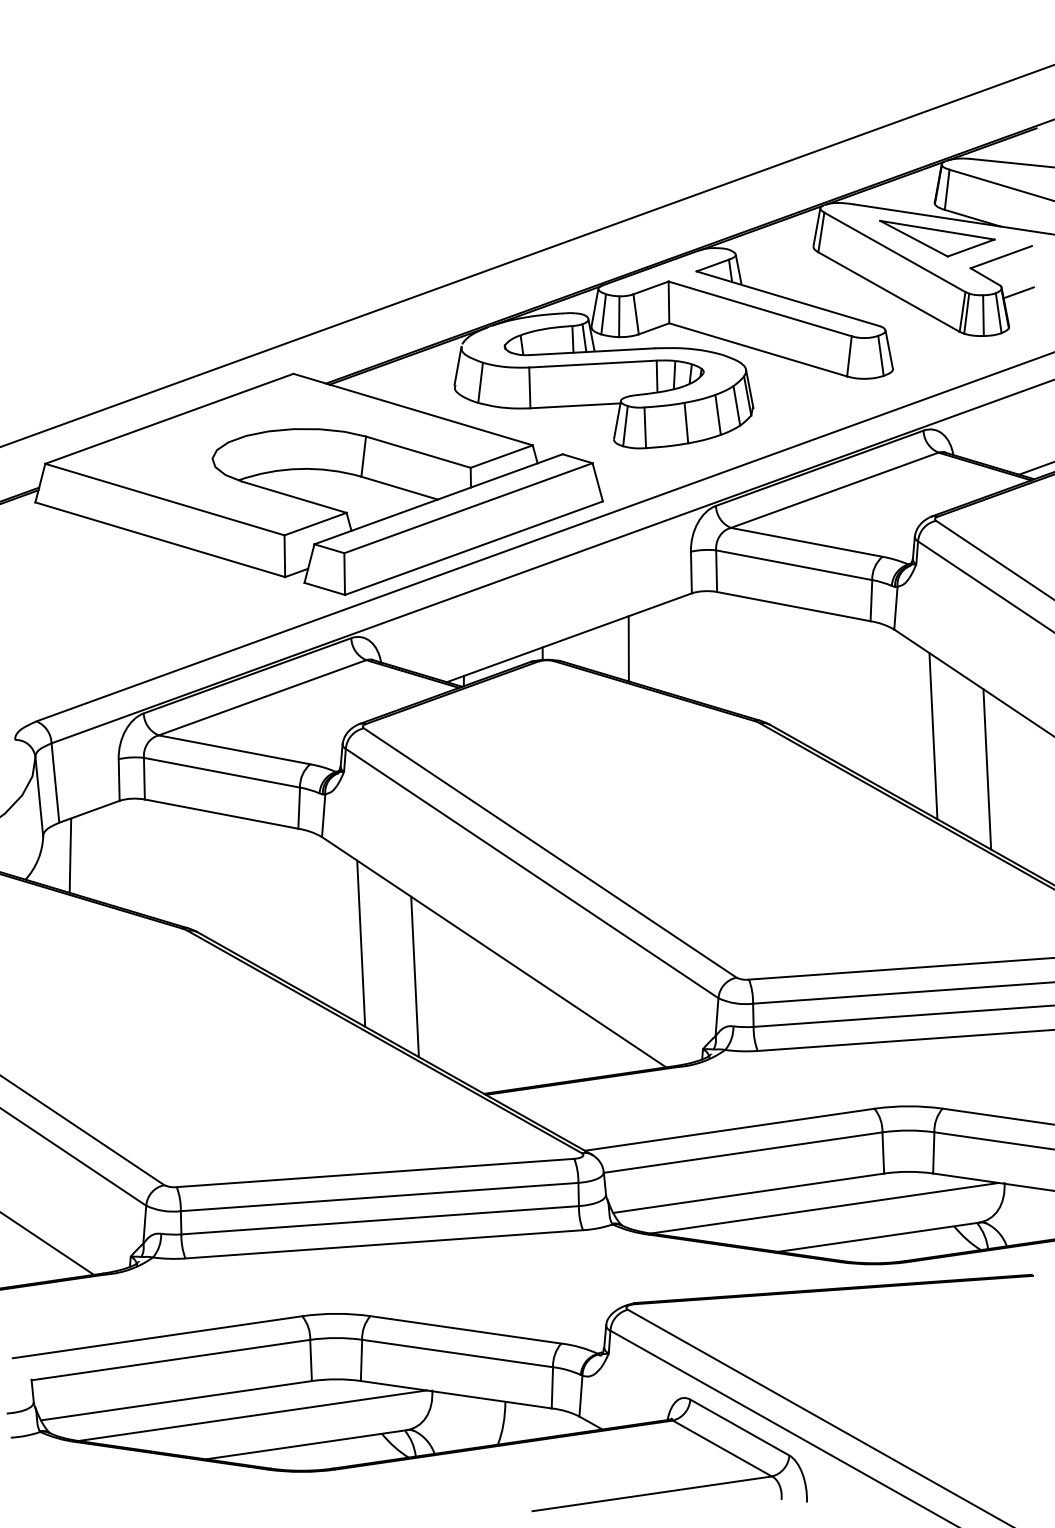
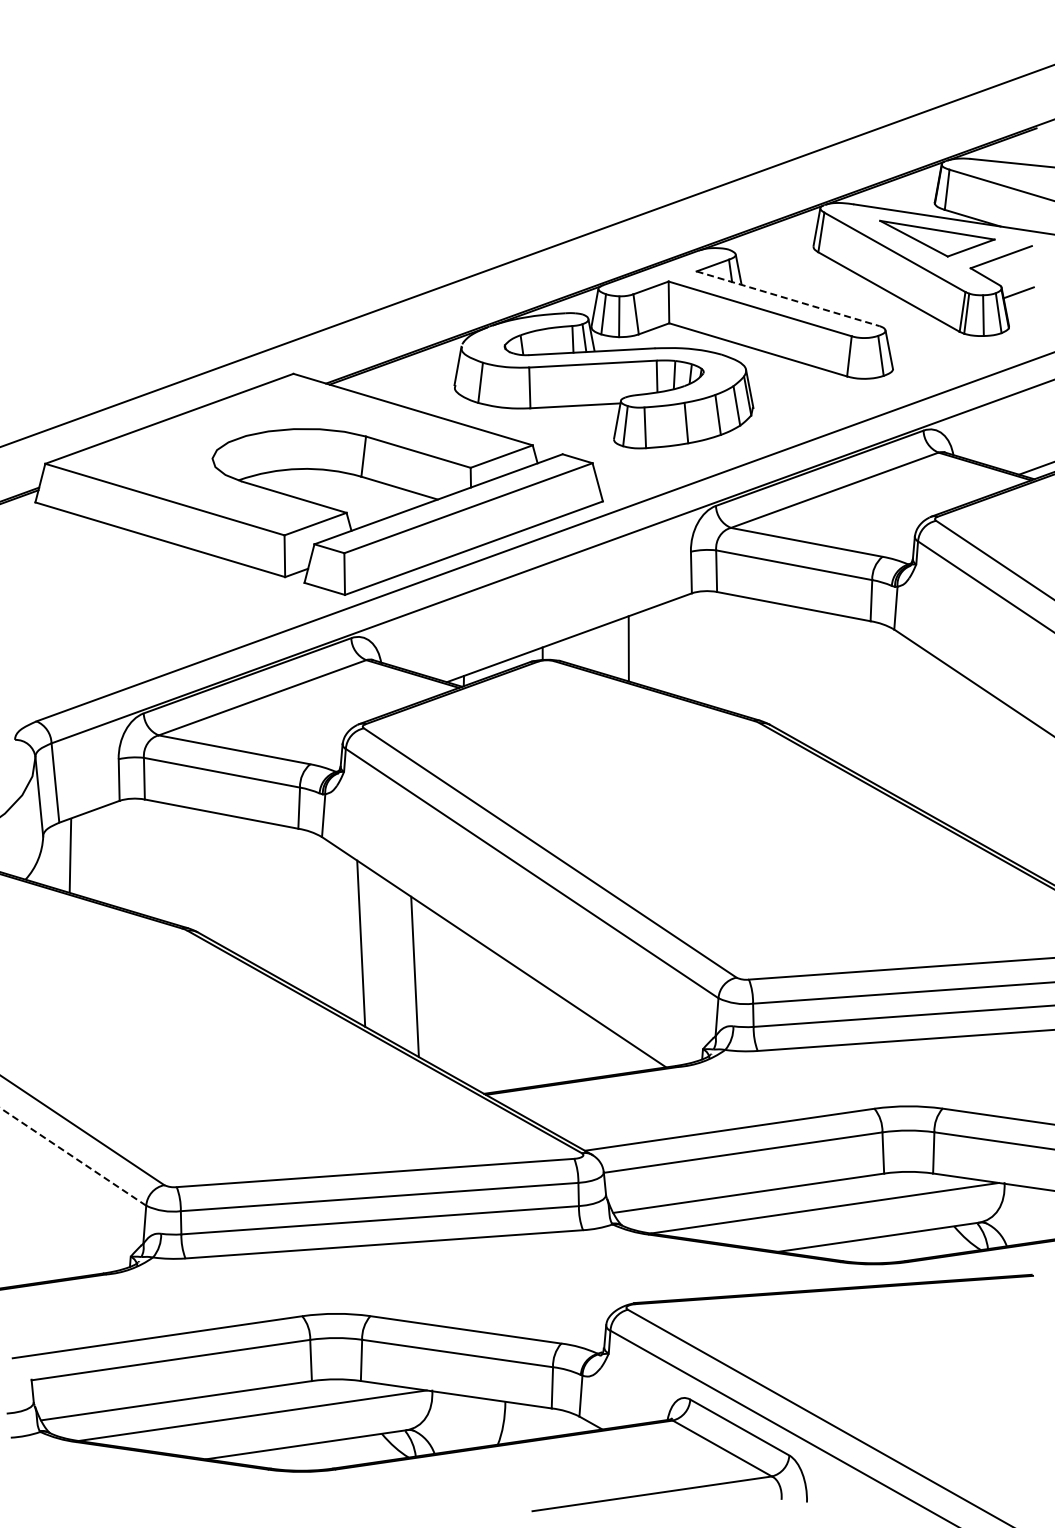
line at (788, 298): solid -> dashed
line at (933, 736): present -> none
line at (987, 769): present -> none
line at (73, 1156): solid -> dashed
line at (48, 1243): present -> none
